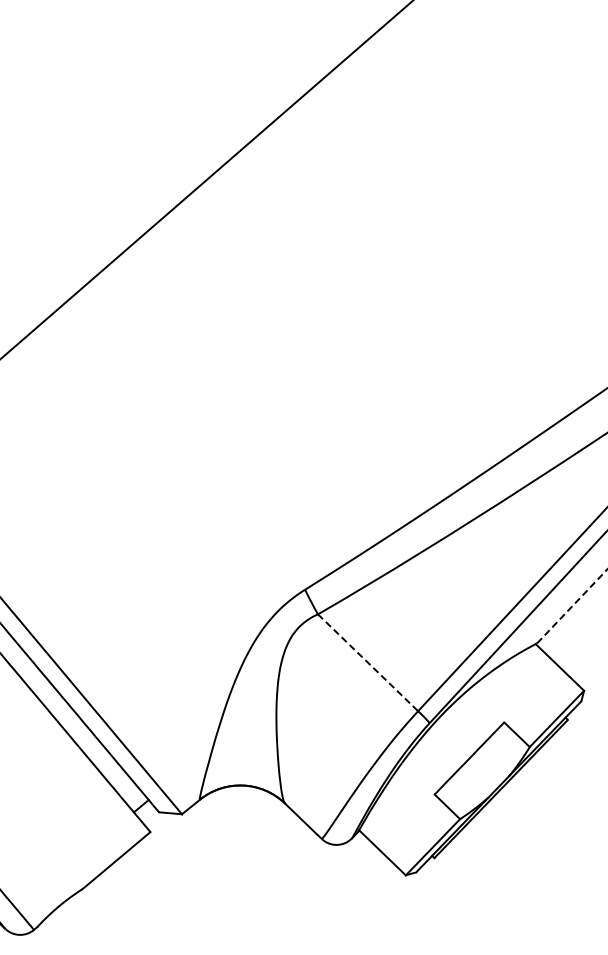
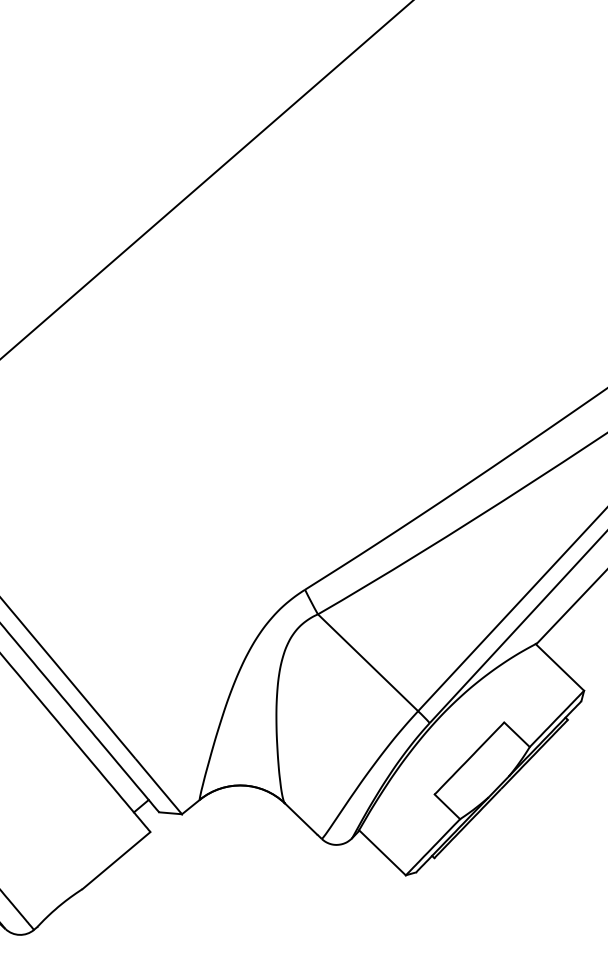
line at (572, 606): dashed -> solid
line at (368, 662): dashed -> solid
